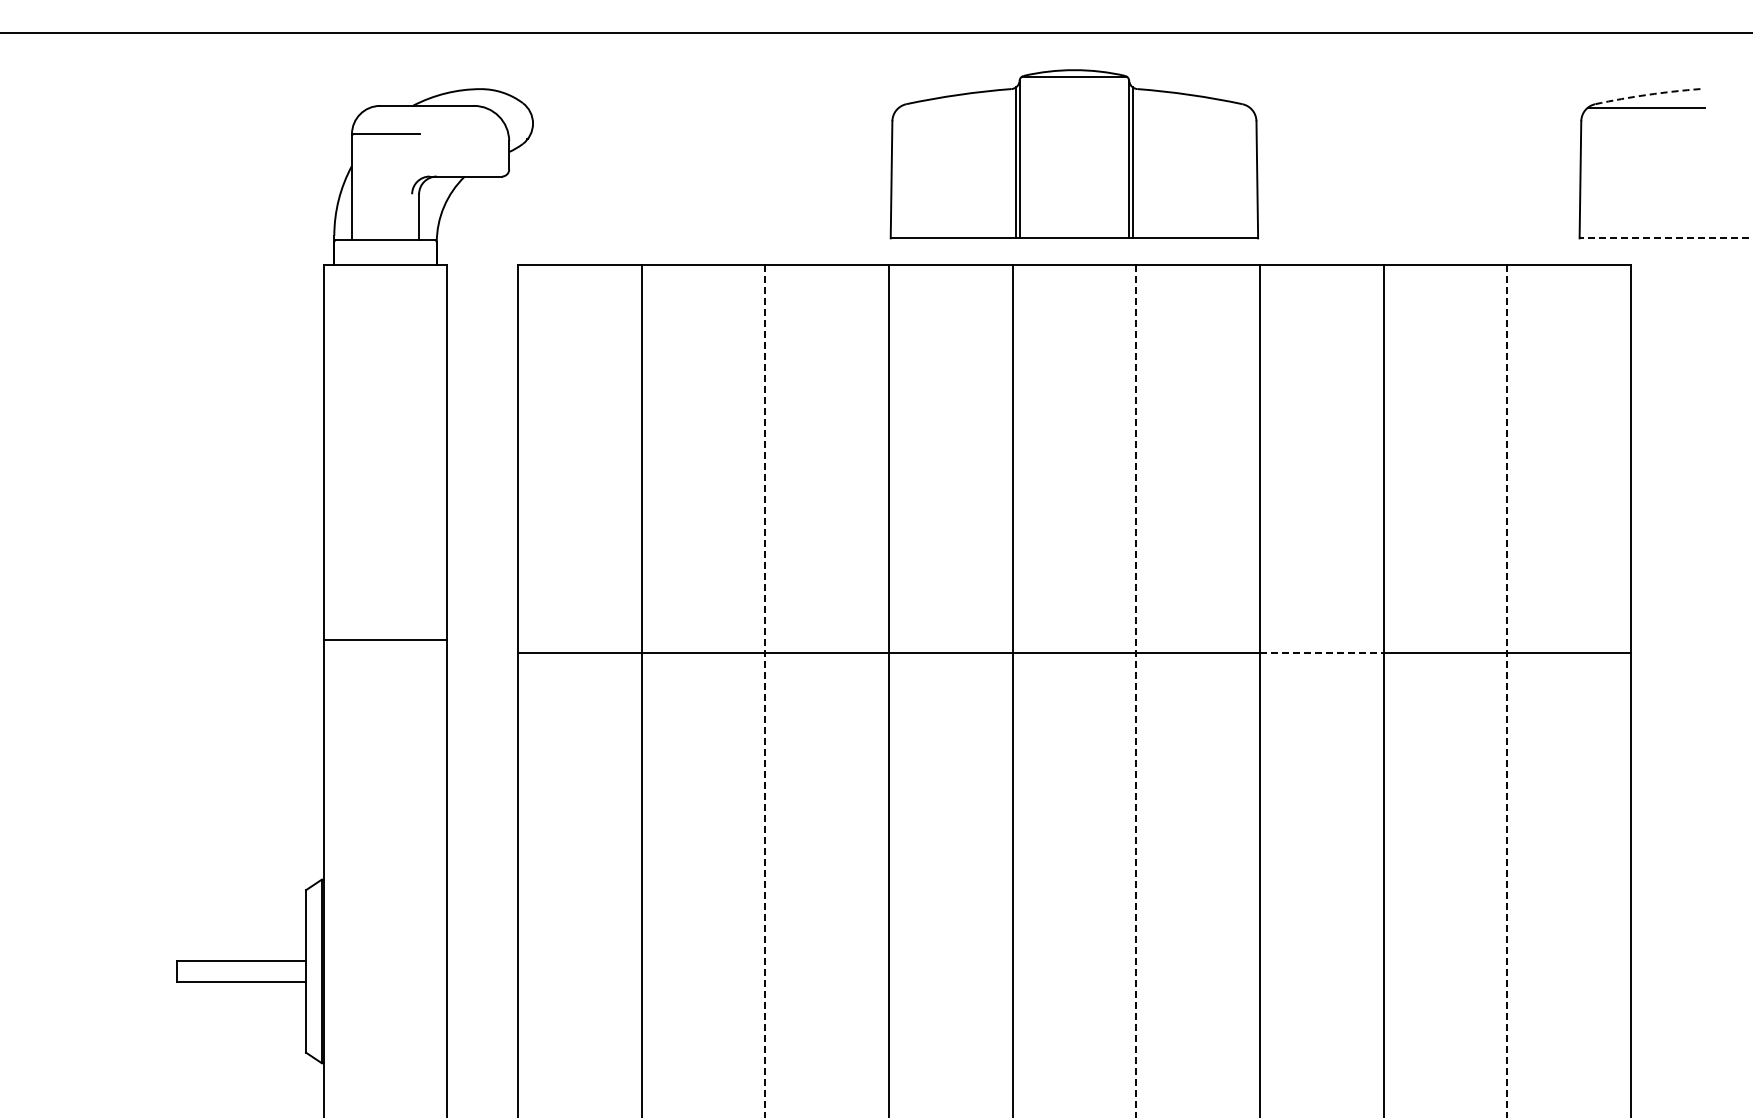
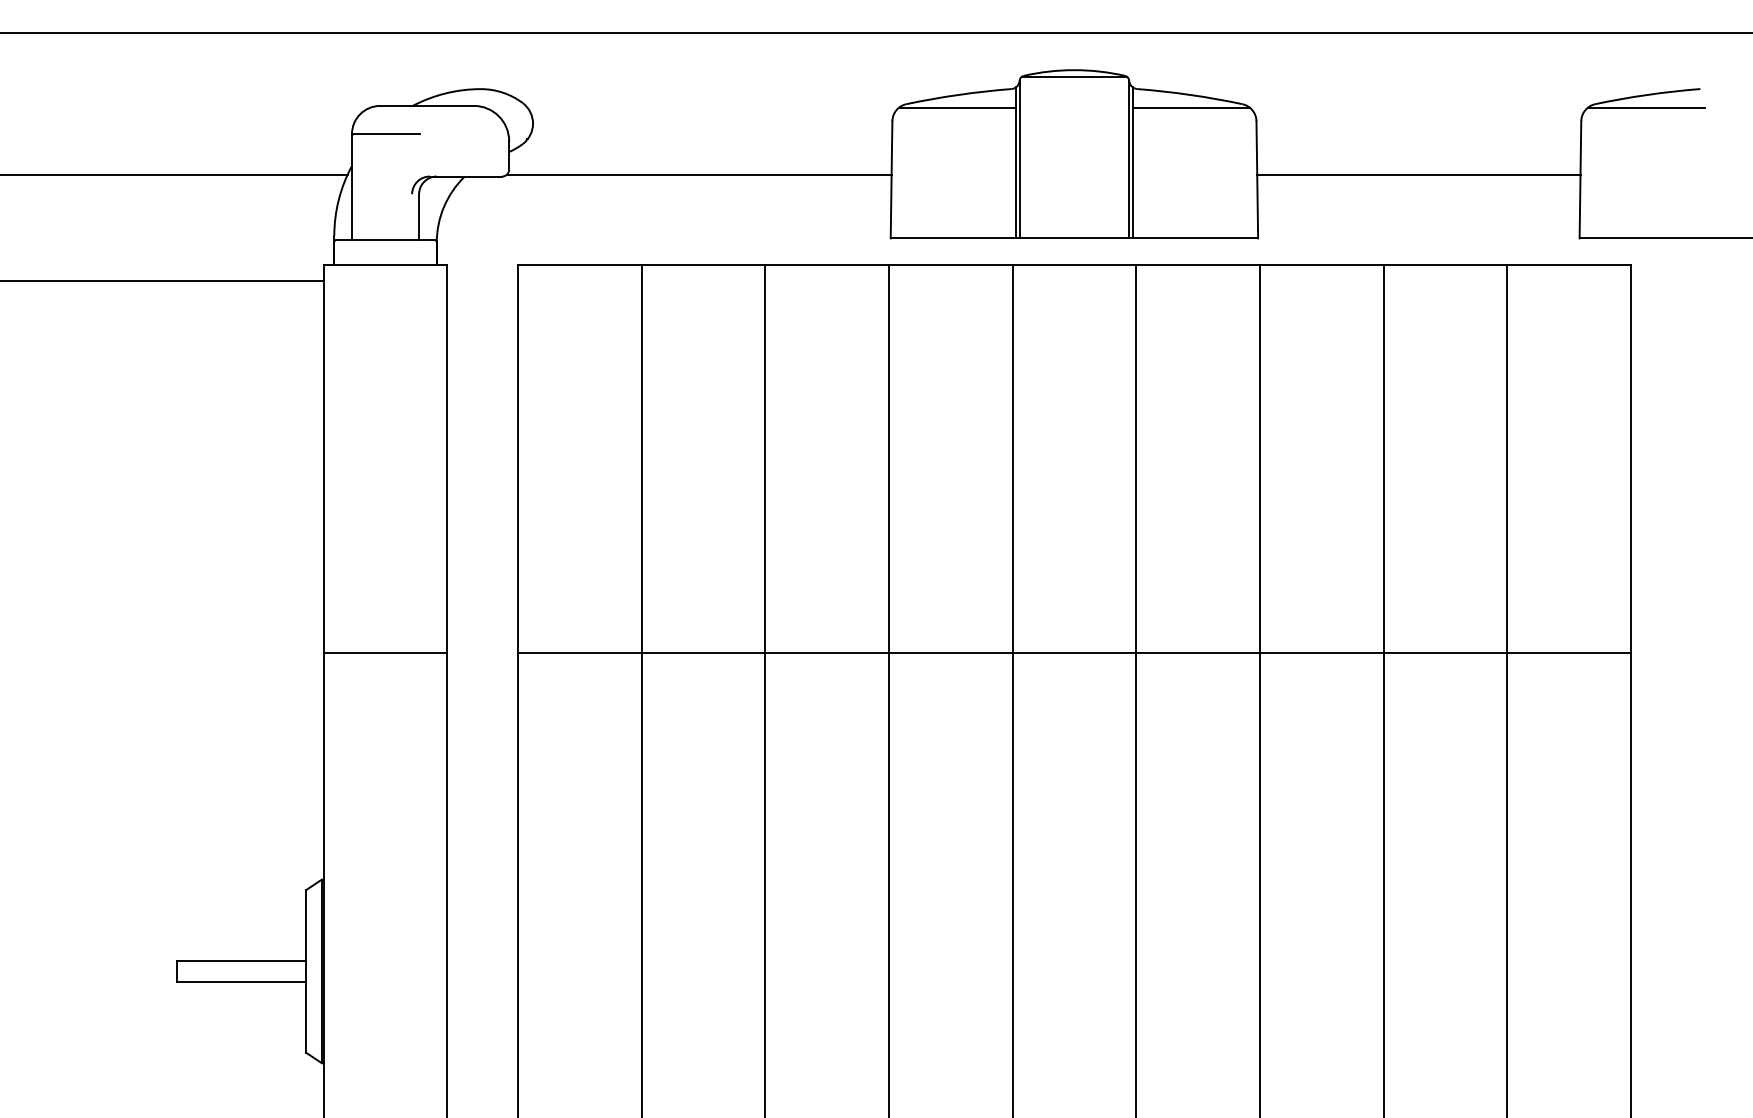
arc at (1647, 94): dashed -> solid
line at (957, 107): none -> present
line at (1190, 107): none -> present
line at (174, 174): none -> present
line at (698, 174): none -> present
line at (1418, 174): none -> present
line at (1665, 238): dashed -> solid
line at (162, 280): none -> present
line at (385, 640) position: (385, 640) -> (385, 653)
line at (1321, 653): dashed -> solid
line at (765, 691): dashed -> solid
line at (1136, 691): dashed -> solid
line at (1507, 691): dashed -> solid
